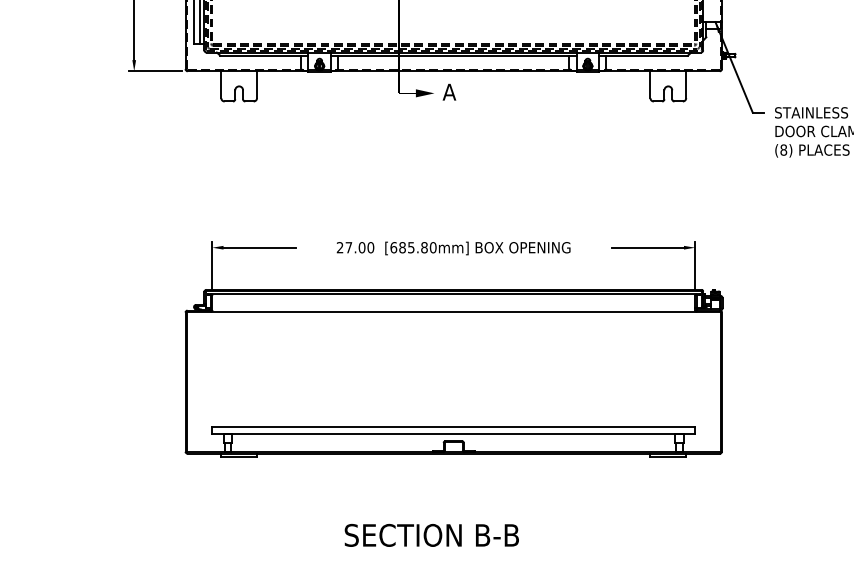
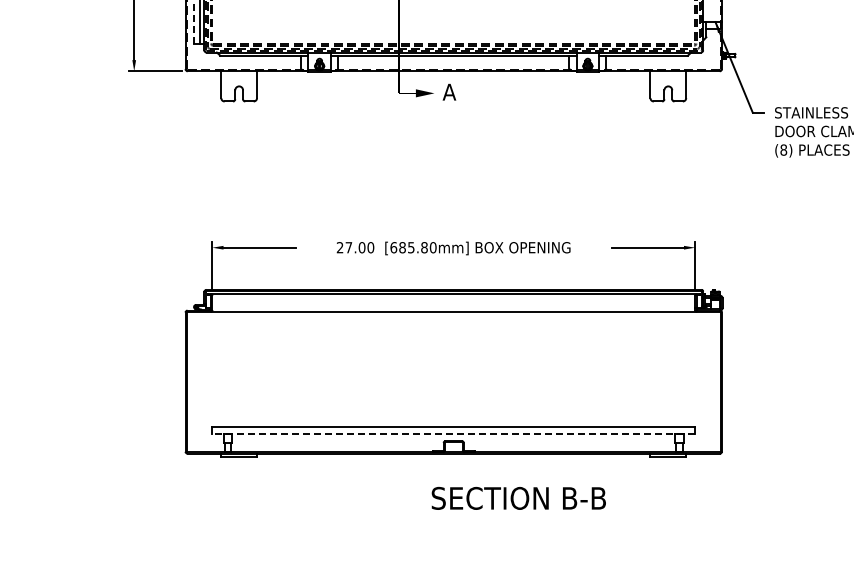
line at (194, 22): solid -> dashed
line at (453, 434): solid -> dashed
text at (431, 534) position: (431, 534) -> (518, 497)
